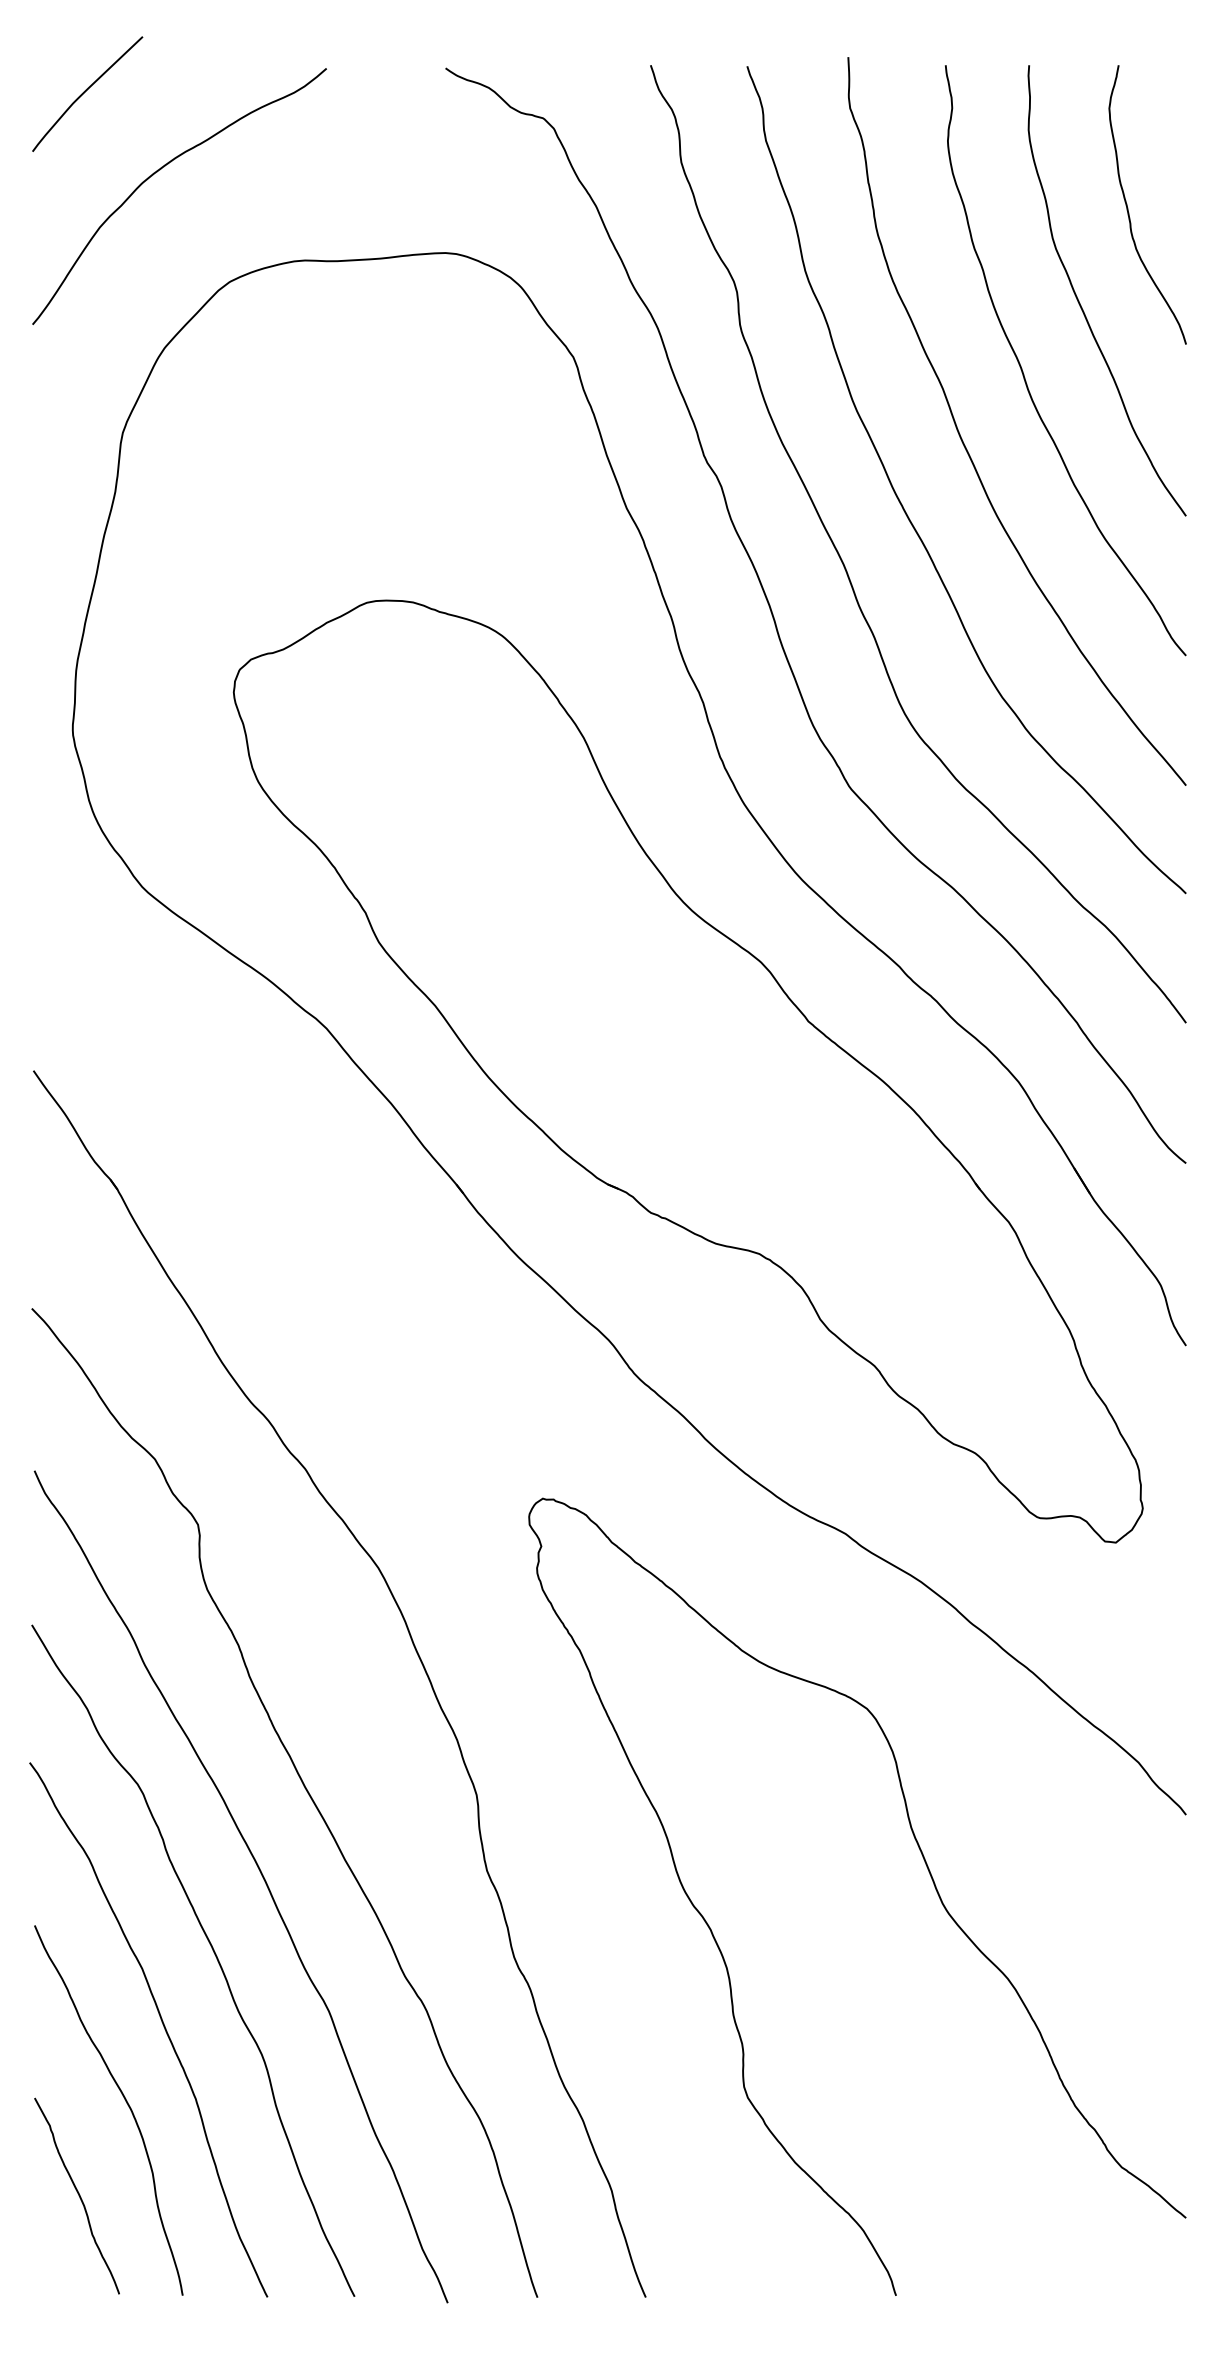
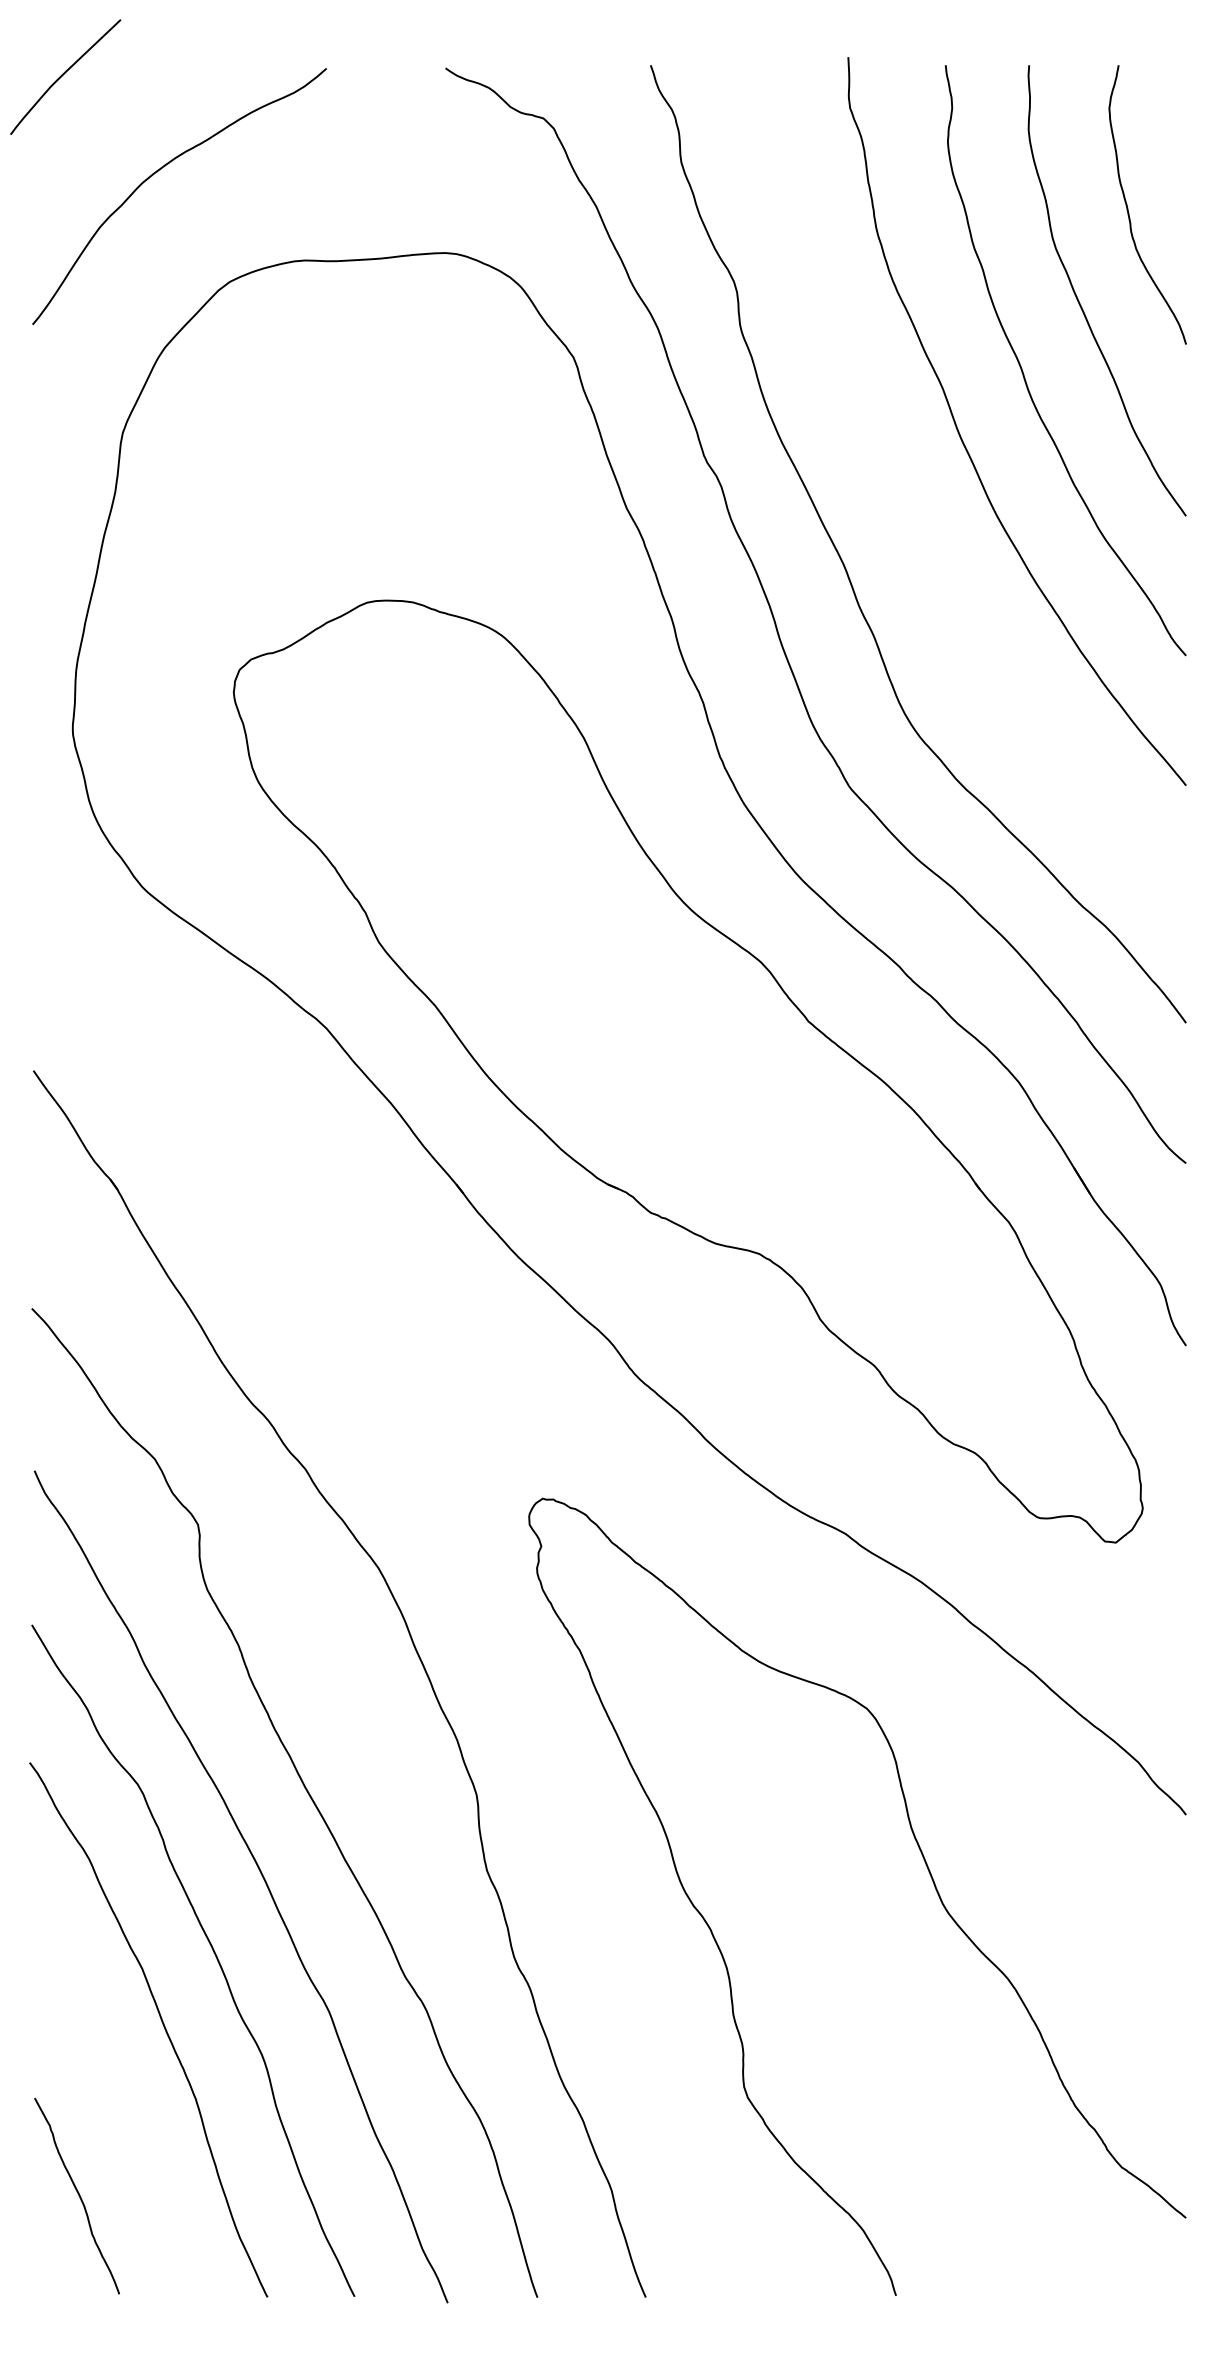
curve at (86, 91) position: (86, 91) -> (64, 74)
curve at (908, 515): present -> none
curve at (125, 2101): present -> none
